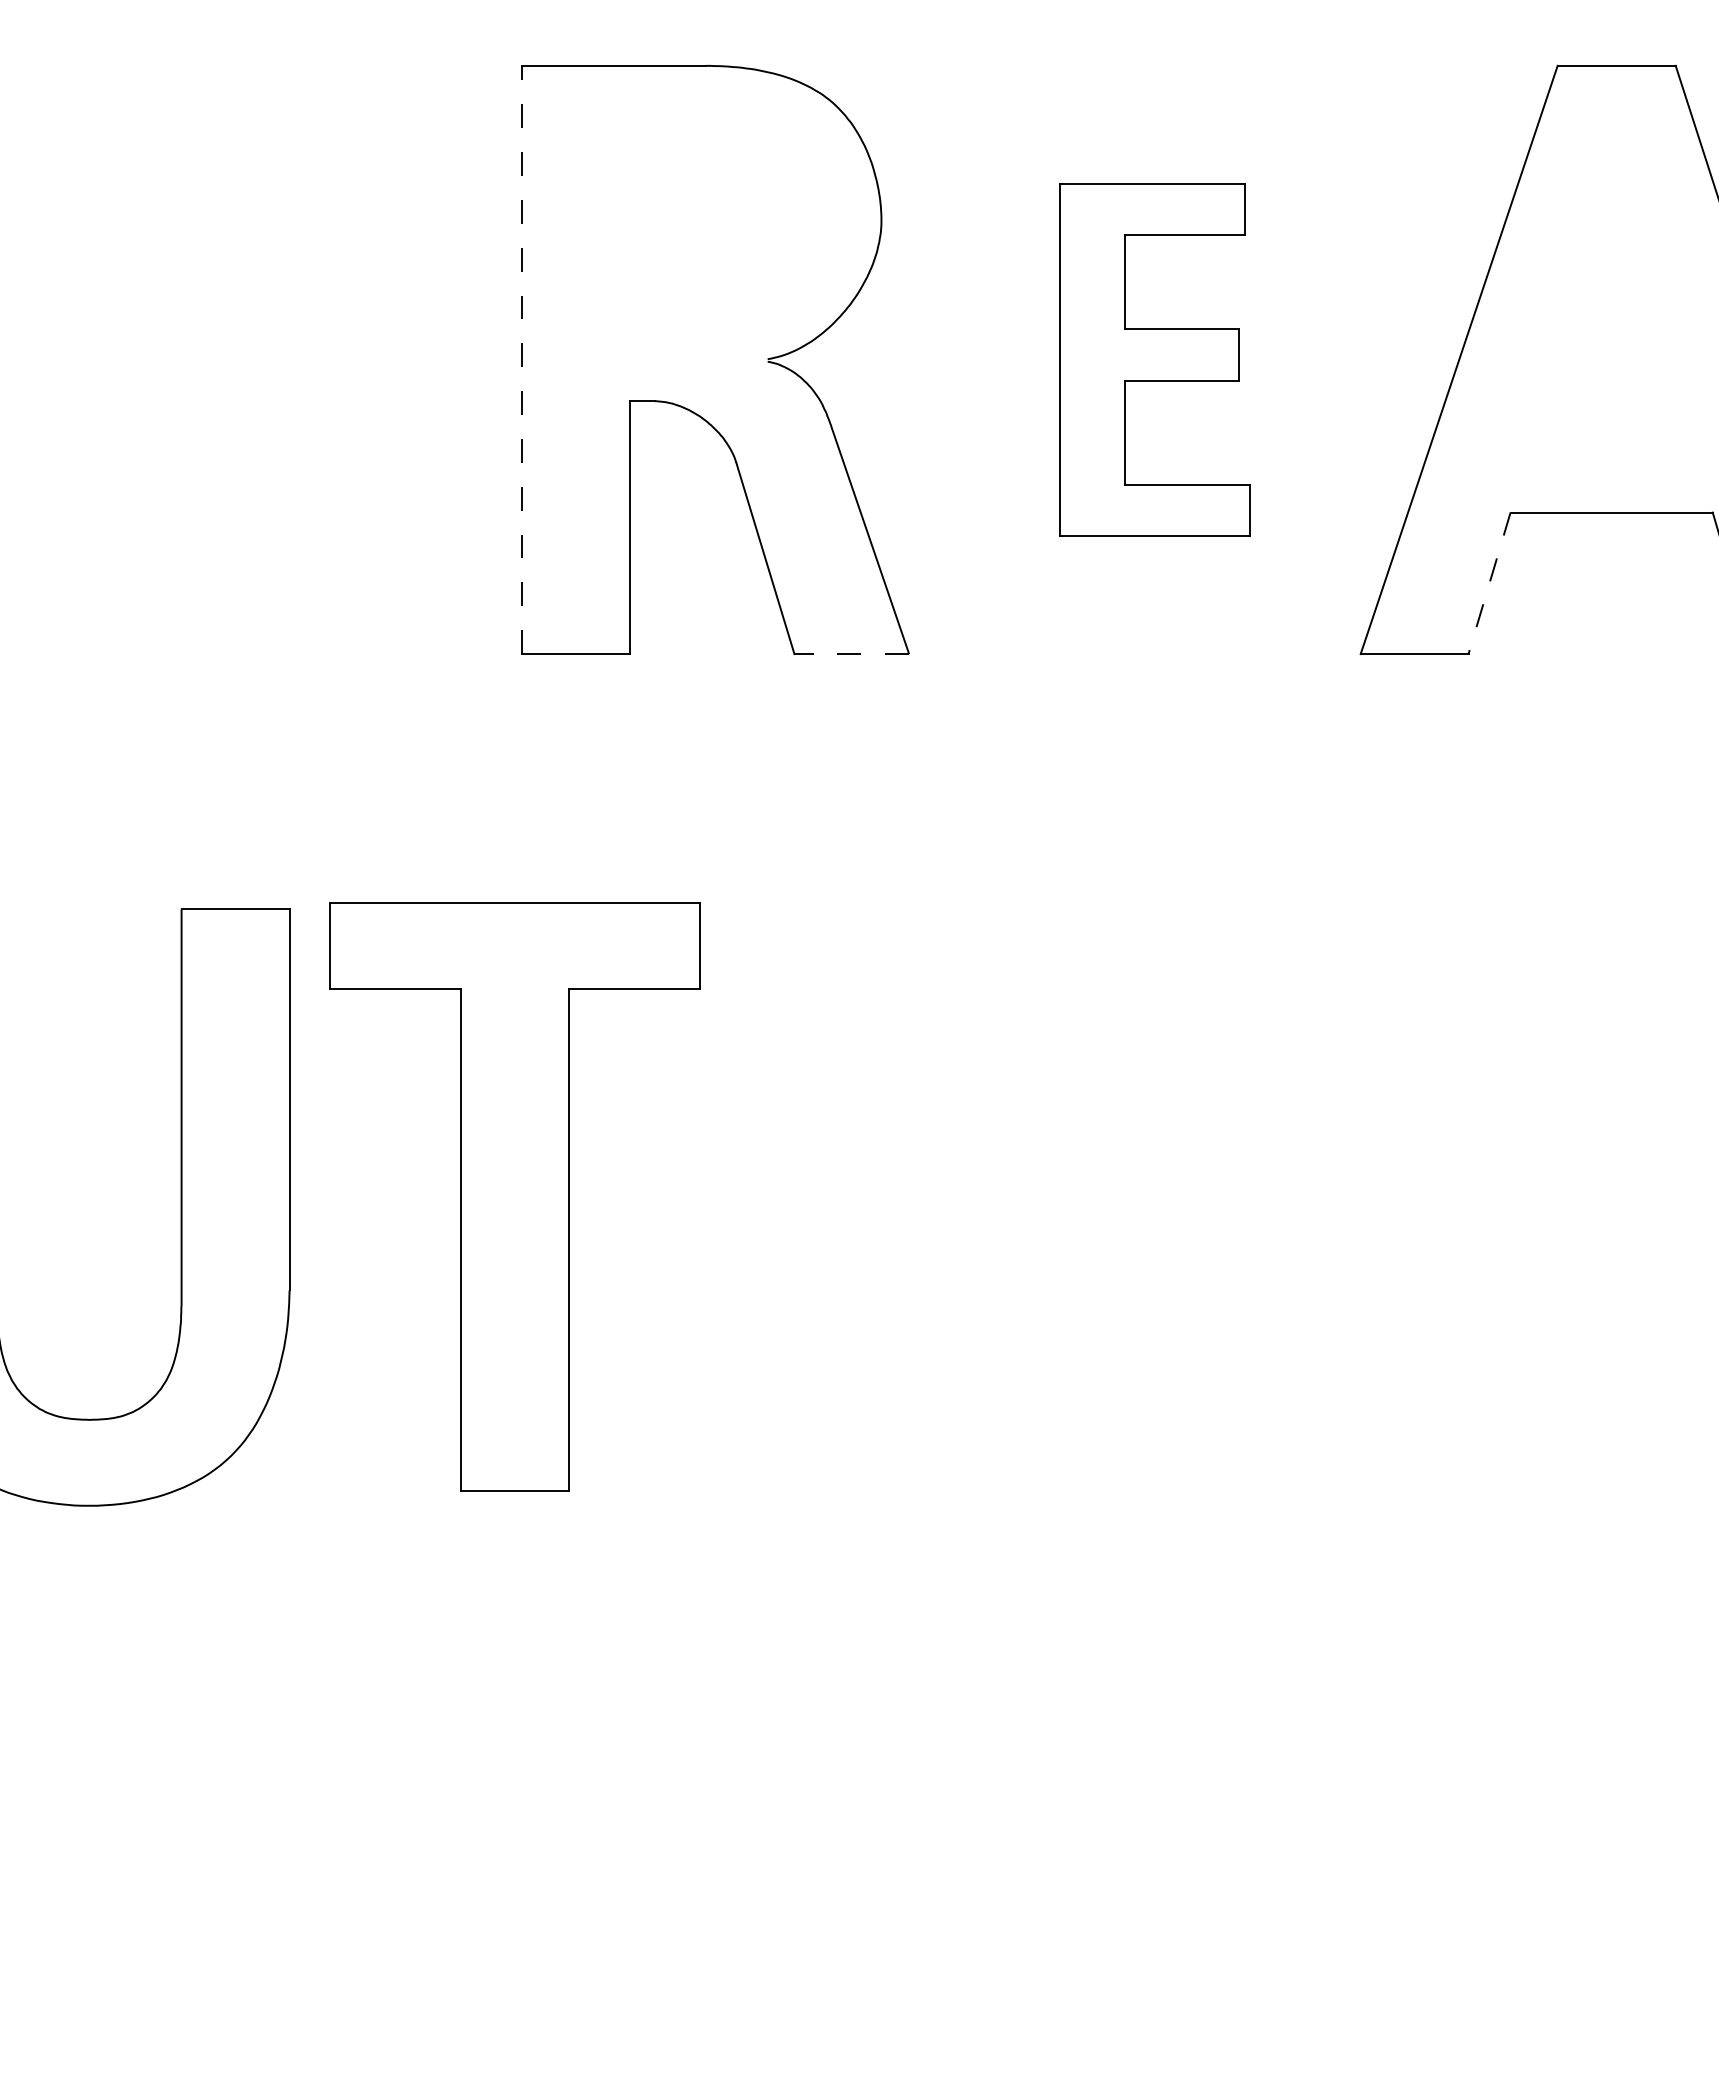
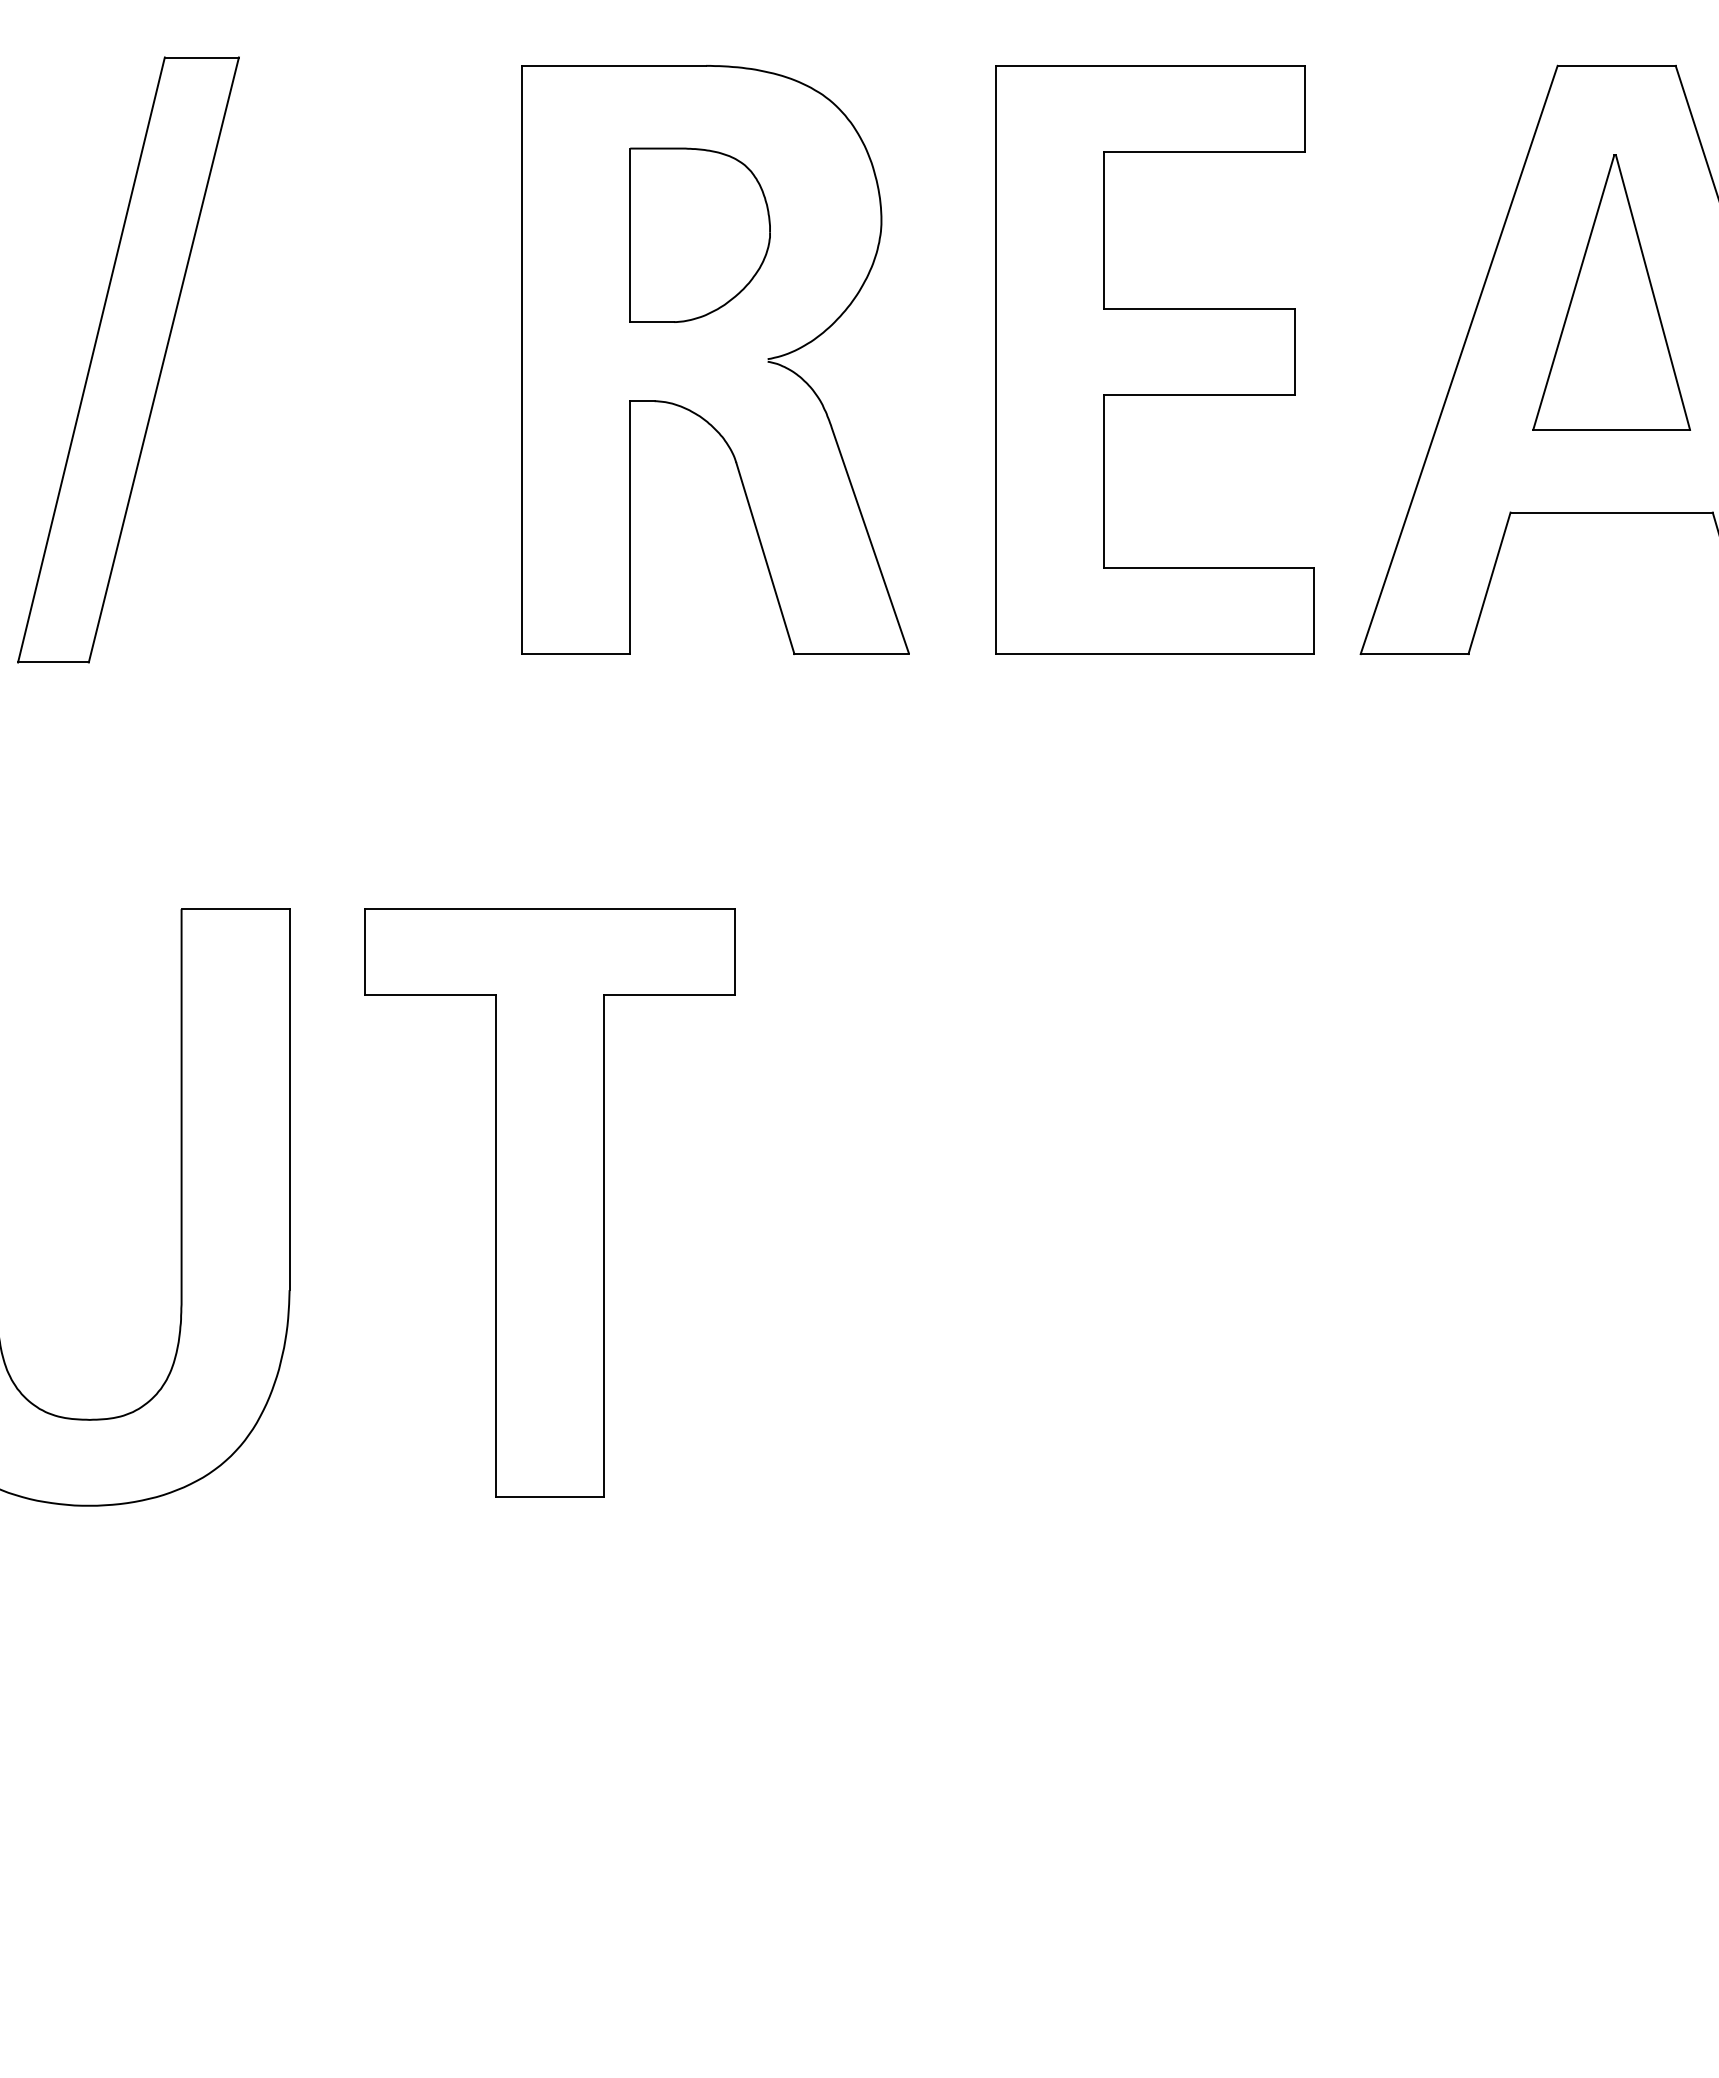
part at (699, 234): none -> present
part at (1611, 292): none -> present
part at (128, 359): none -> present
line at (522, 359): dashed -> solid
part at (1154, 359) size: 192x354 px -> 320x590 px
line at (1489, 583): dashed -> solid
line at (851, 654): dashed -> solid
part at (514, 1196) position: (514, 1196) -> (549, 1202)
